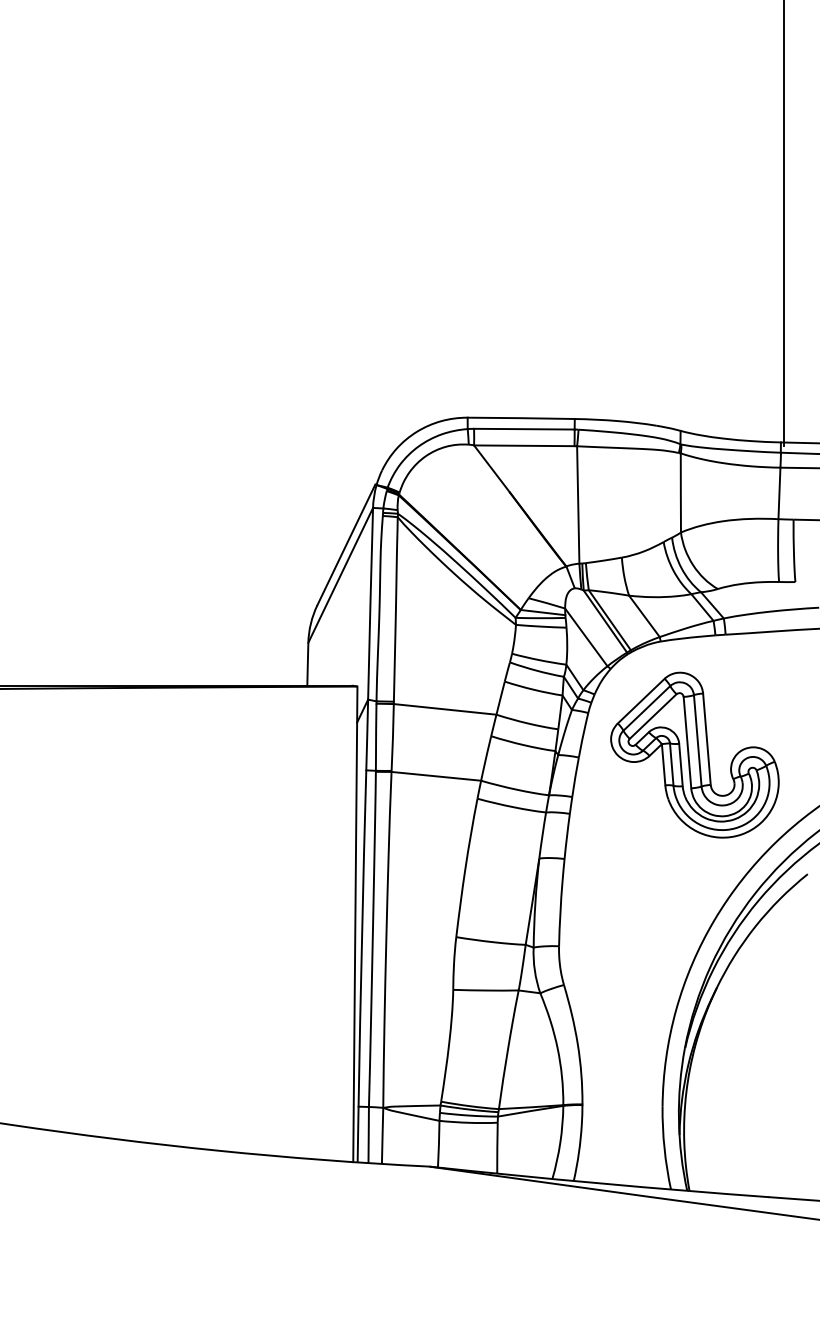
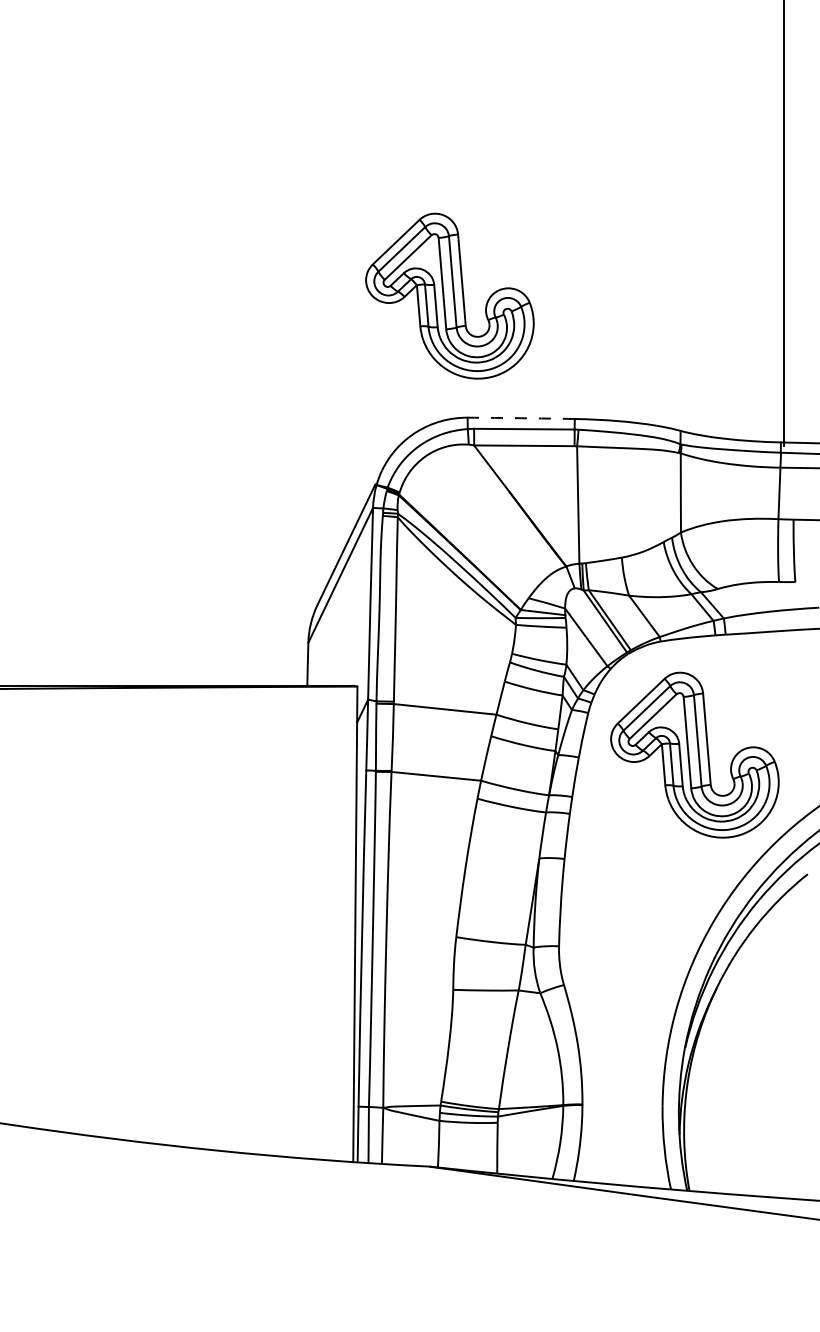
part at (449, 295): none -> present
arc at (521, 418): solid -> dashed
